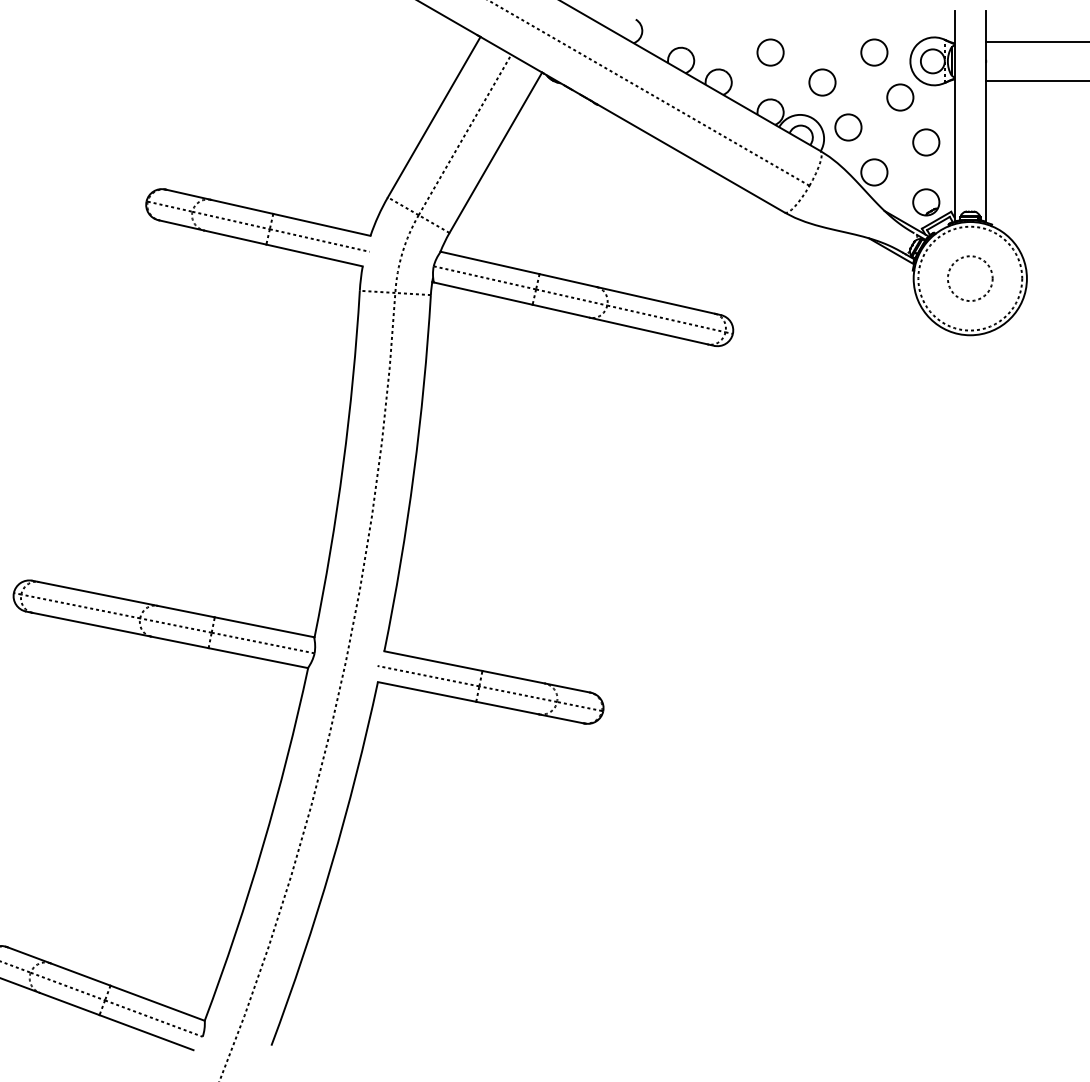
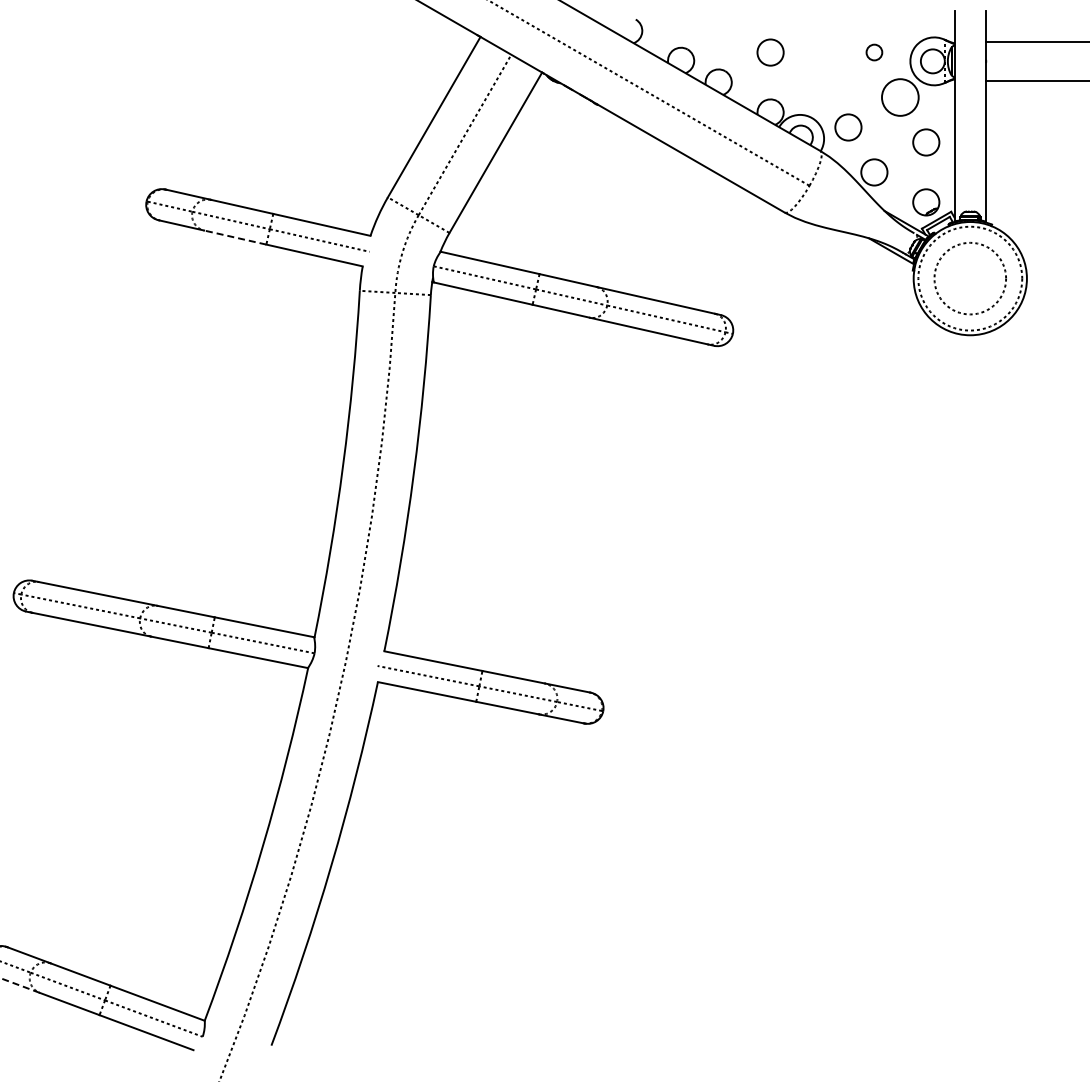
circle at (874, 52) size: 29x29 px -> 19x19 px
circle at (822, 82): present -> none
circle at (900, 97) diameter: 26 px -> 37 px
line at (235, 237): solid -> dashed
circle at (969, 278) diameter: 45 px -> 72 px
line at (20, 985): solid -> dashed
